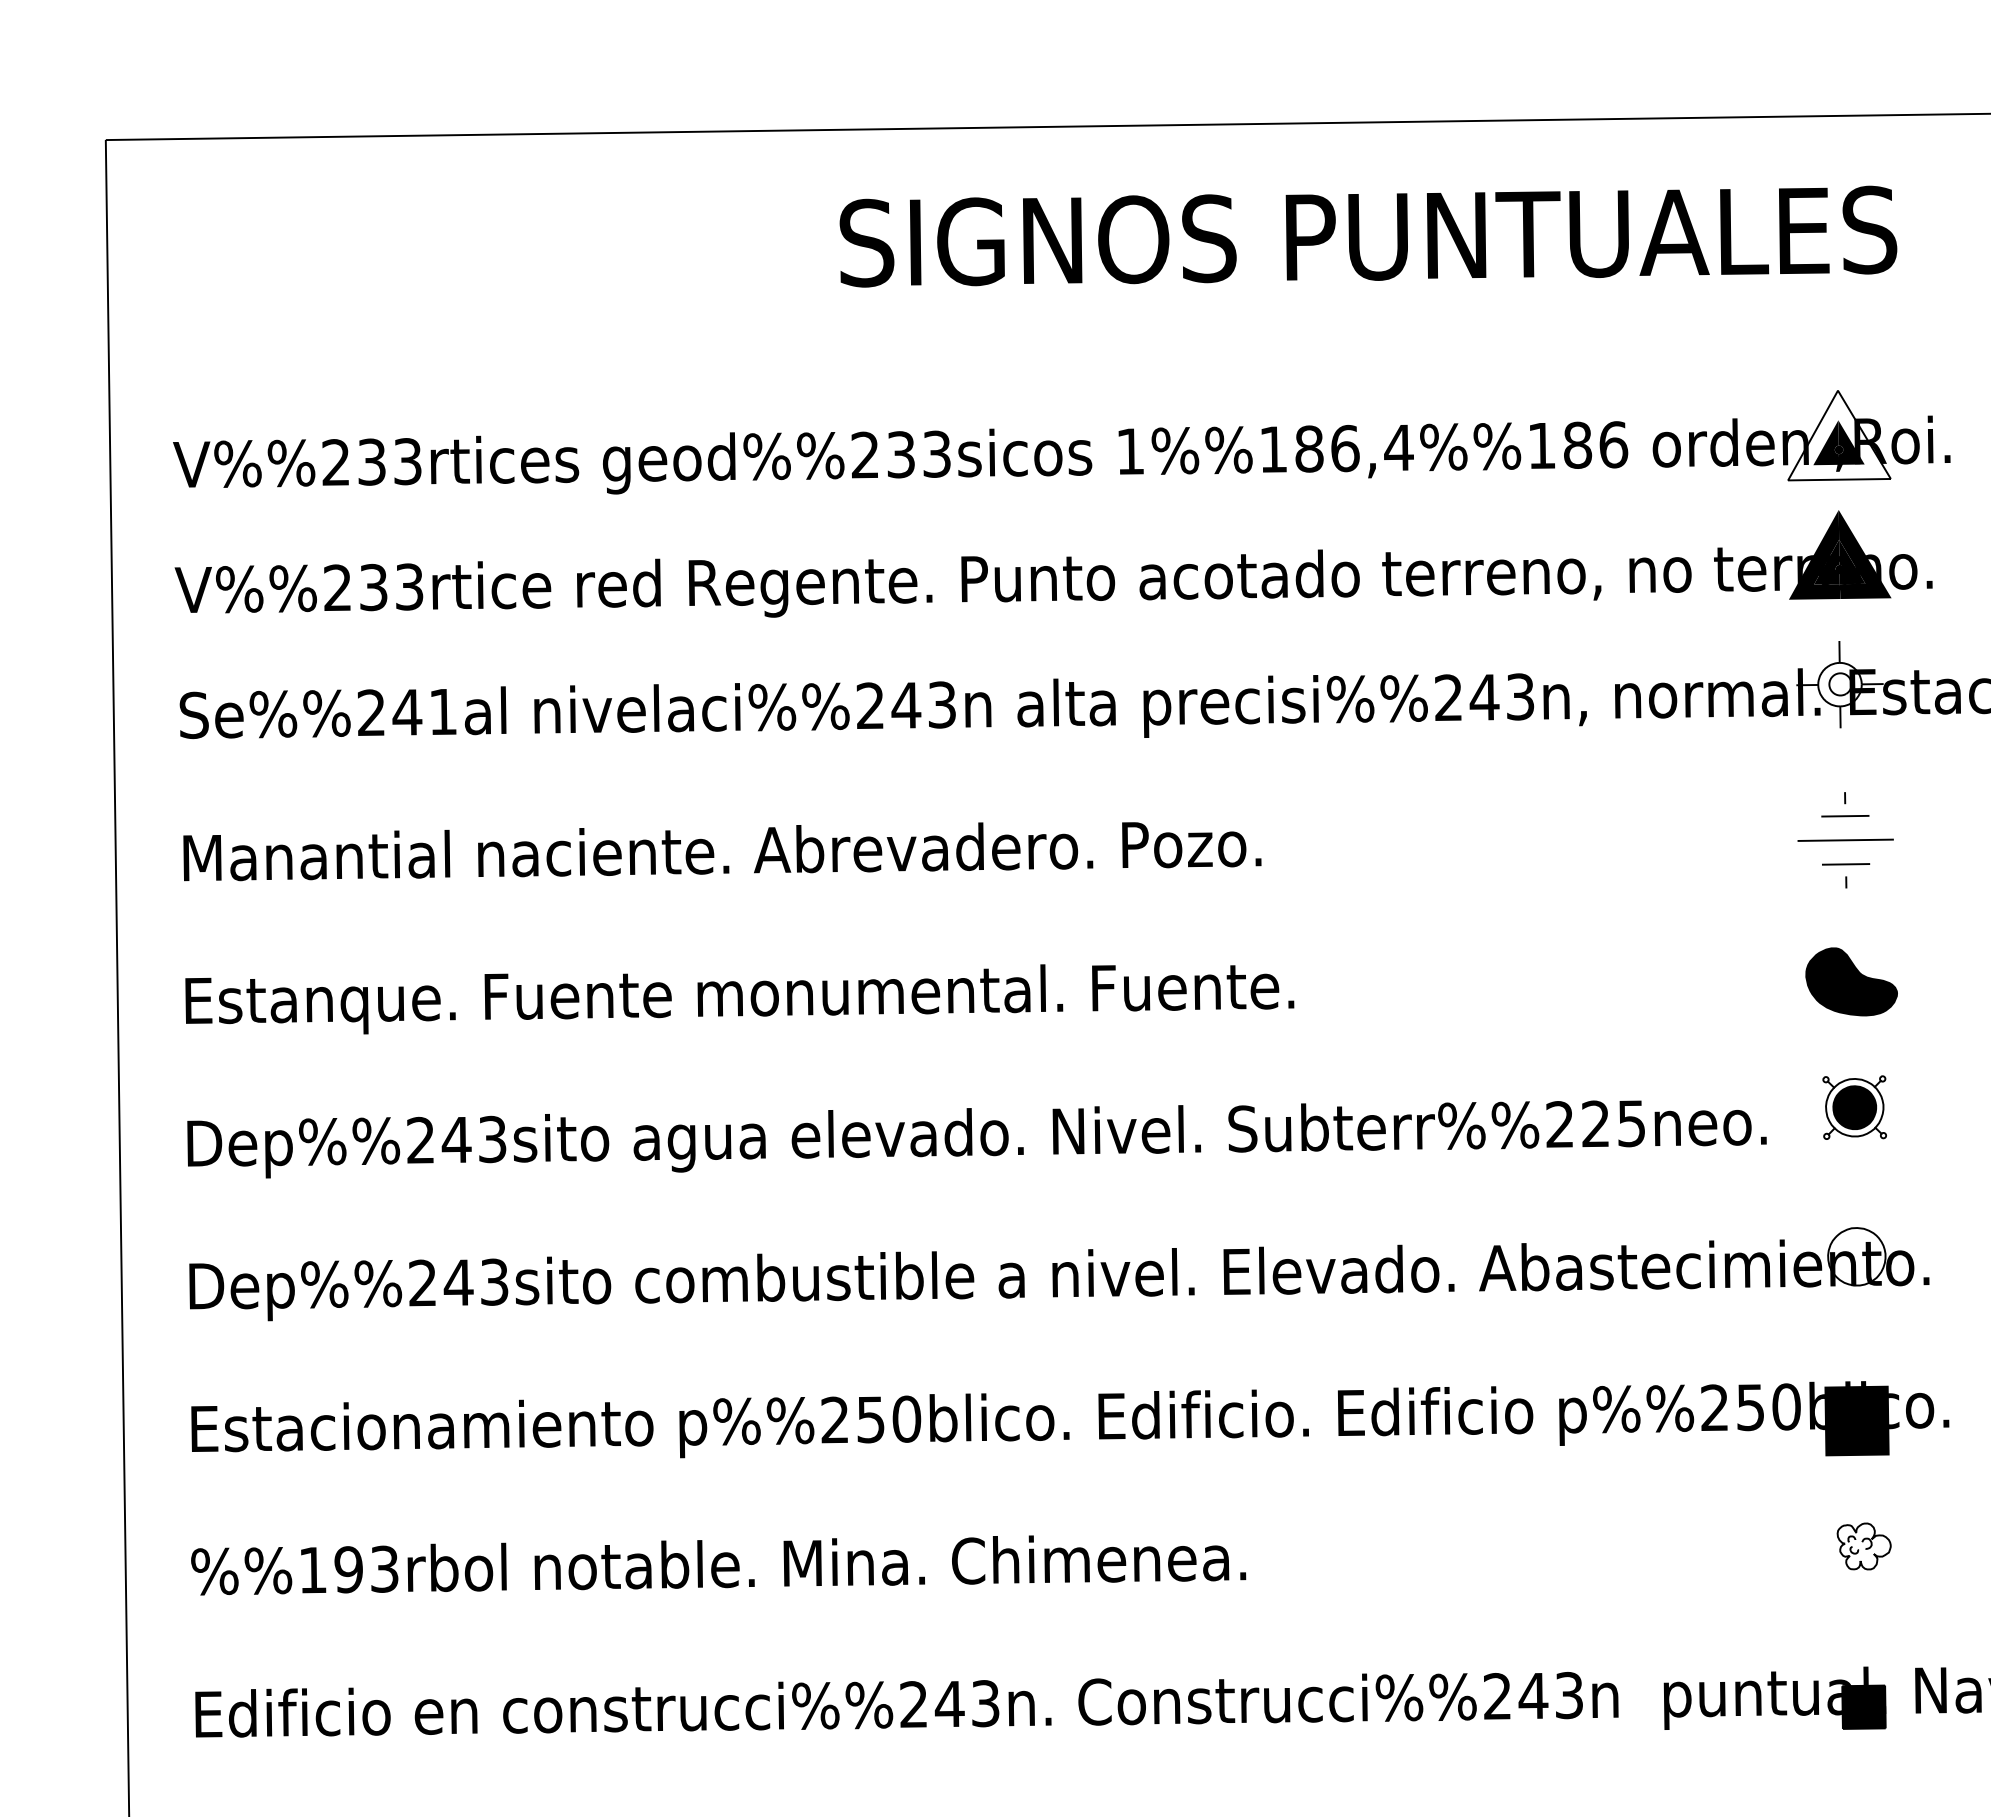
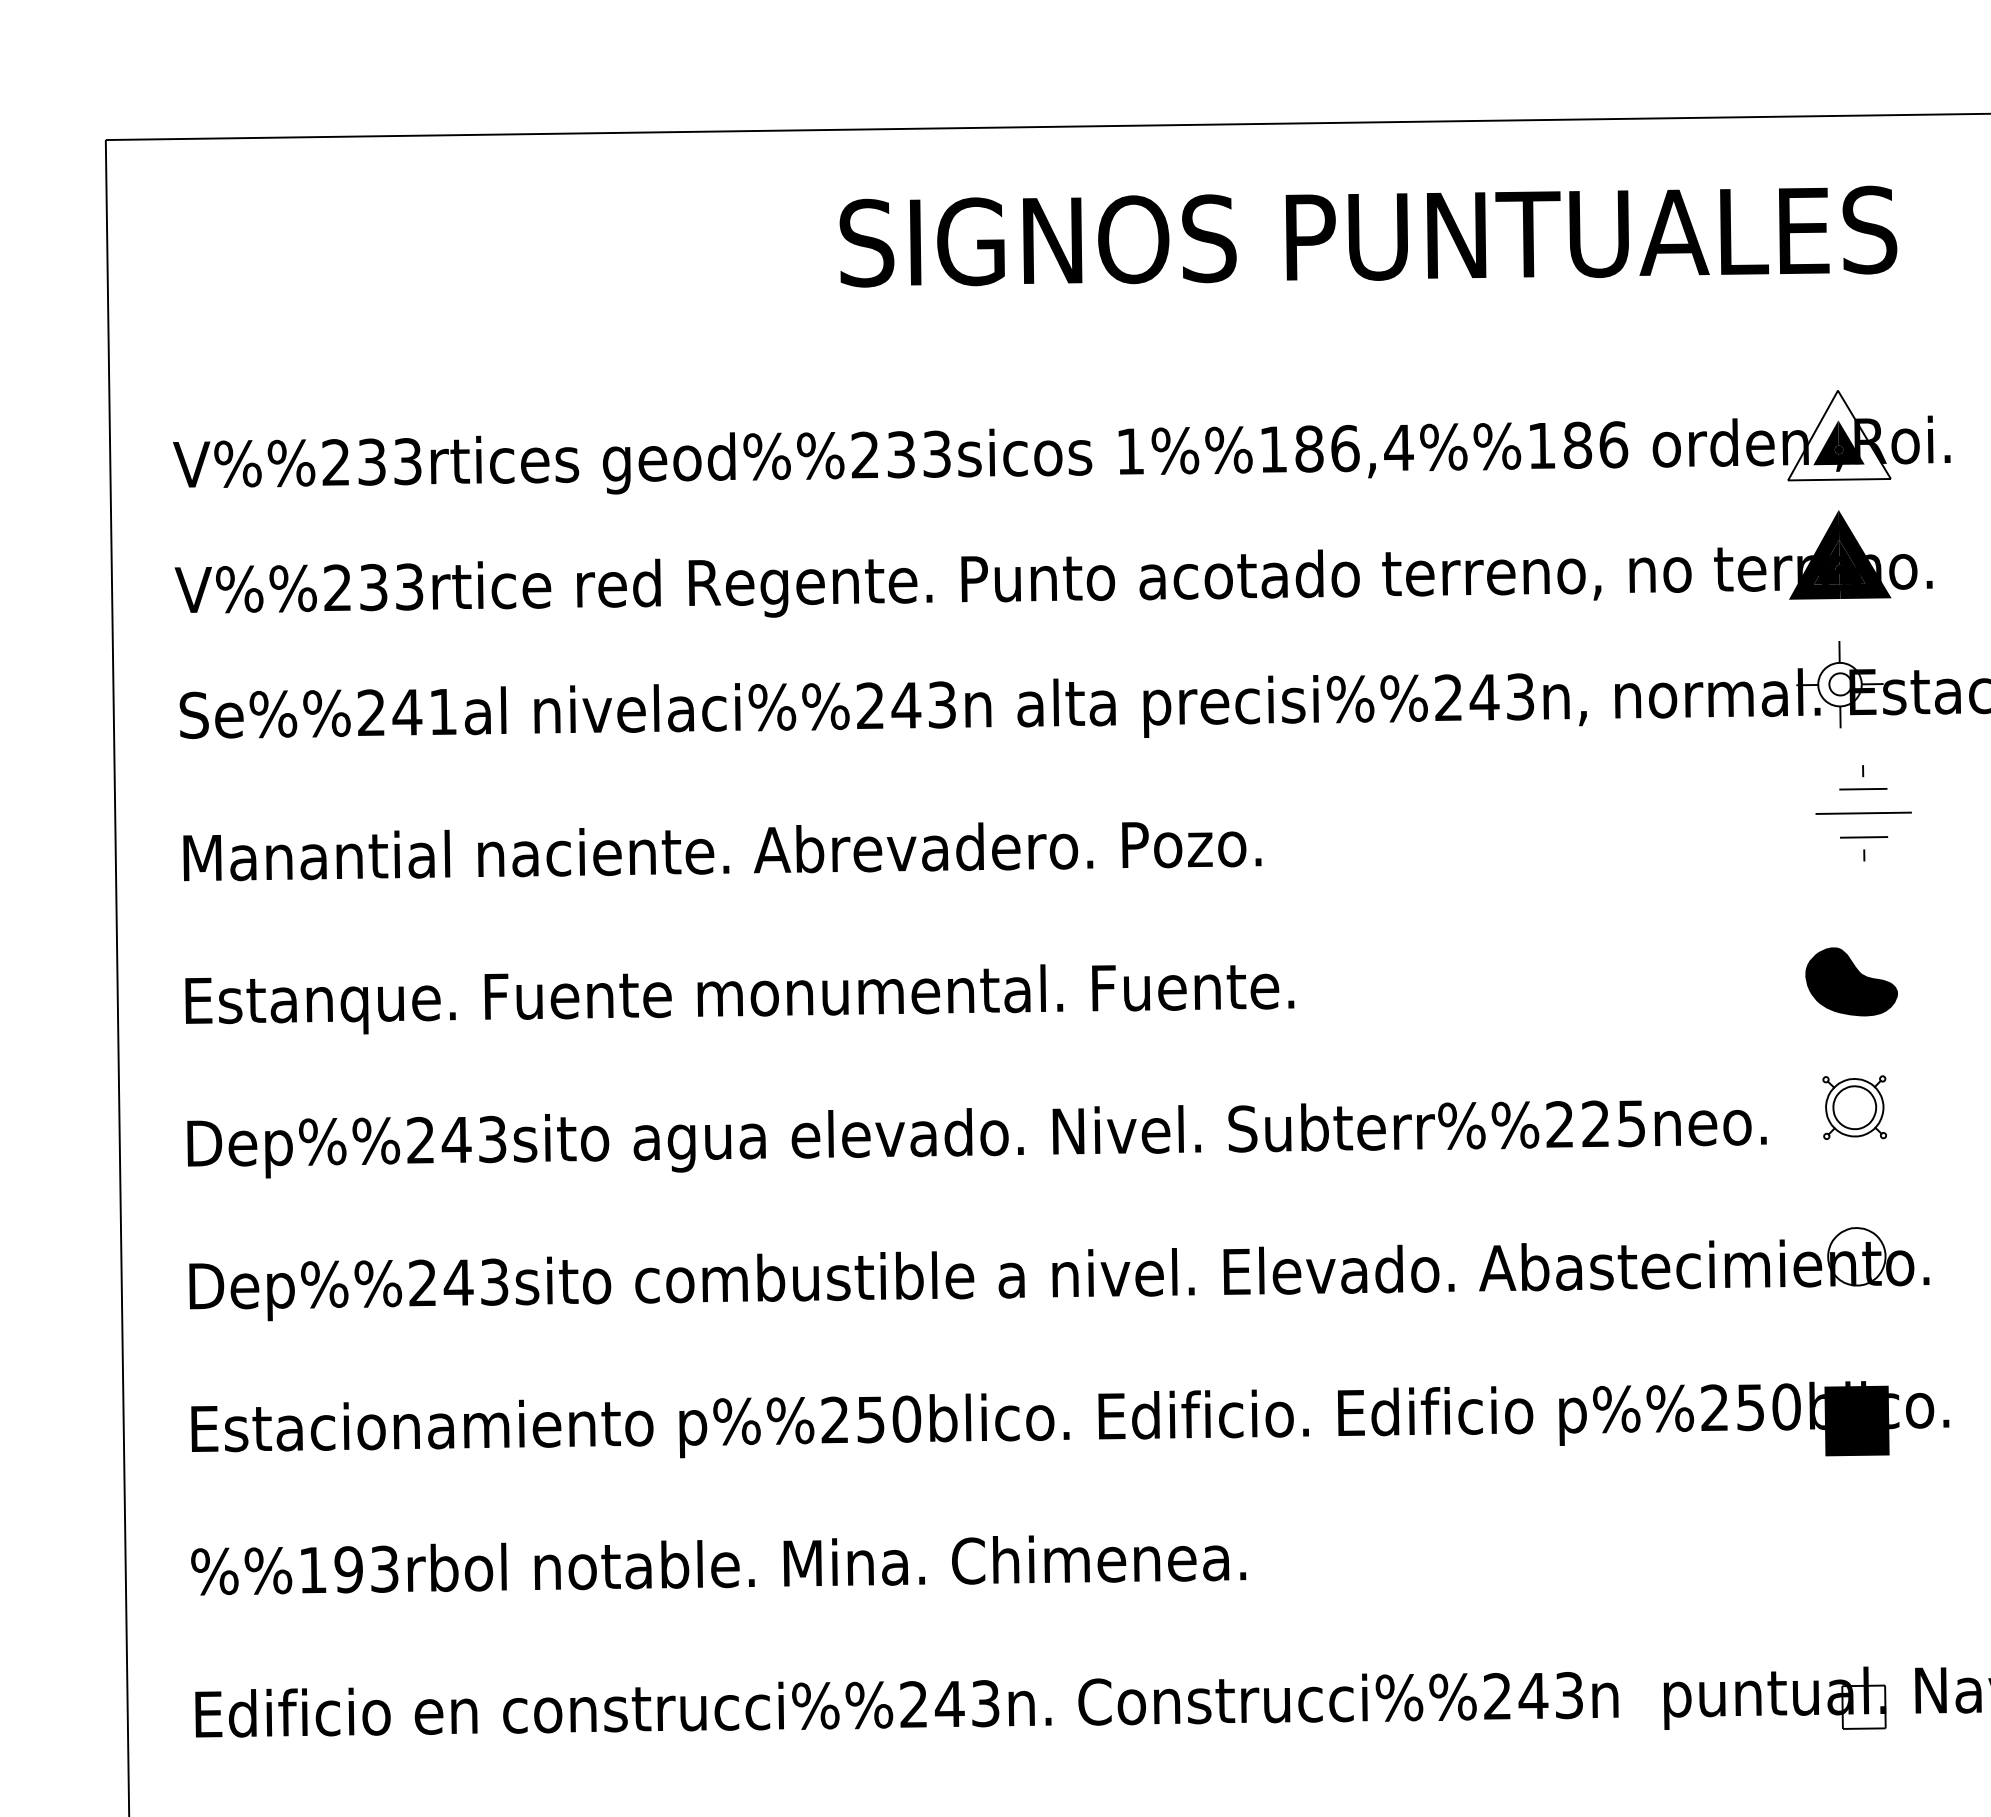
part at (1845, 840) position: (1845, 840) -> (1863, 813)
fill at (1854, 1107): present -> none
part at (1863, 1546): present -> none
fill at (1863, 1706): present -> none
